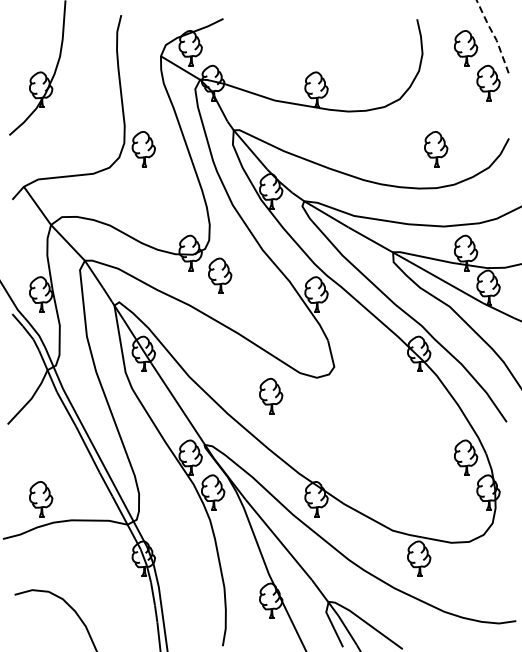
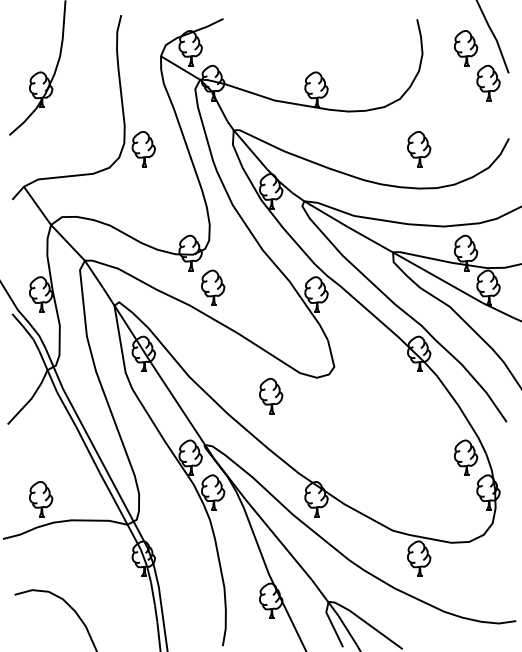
line at (494, 35): dashed -> solid
part at (436, 149) position: (436, 149) -> (419, 149)
part at (220, 275) position: (220, 275) -> (213, 287)
